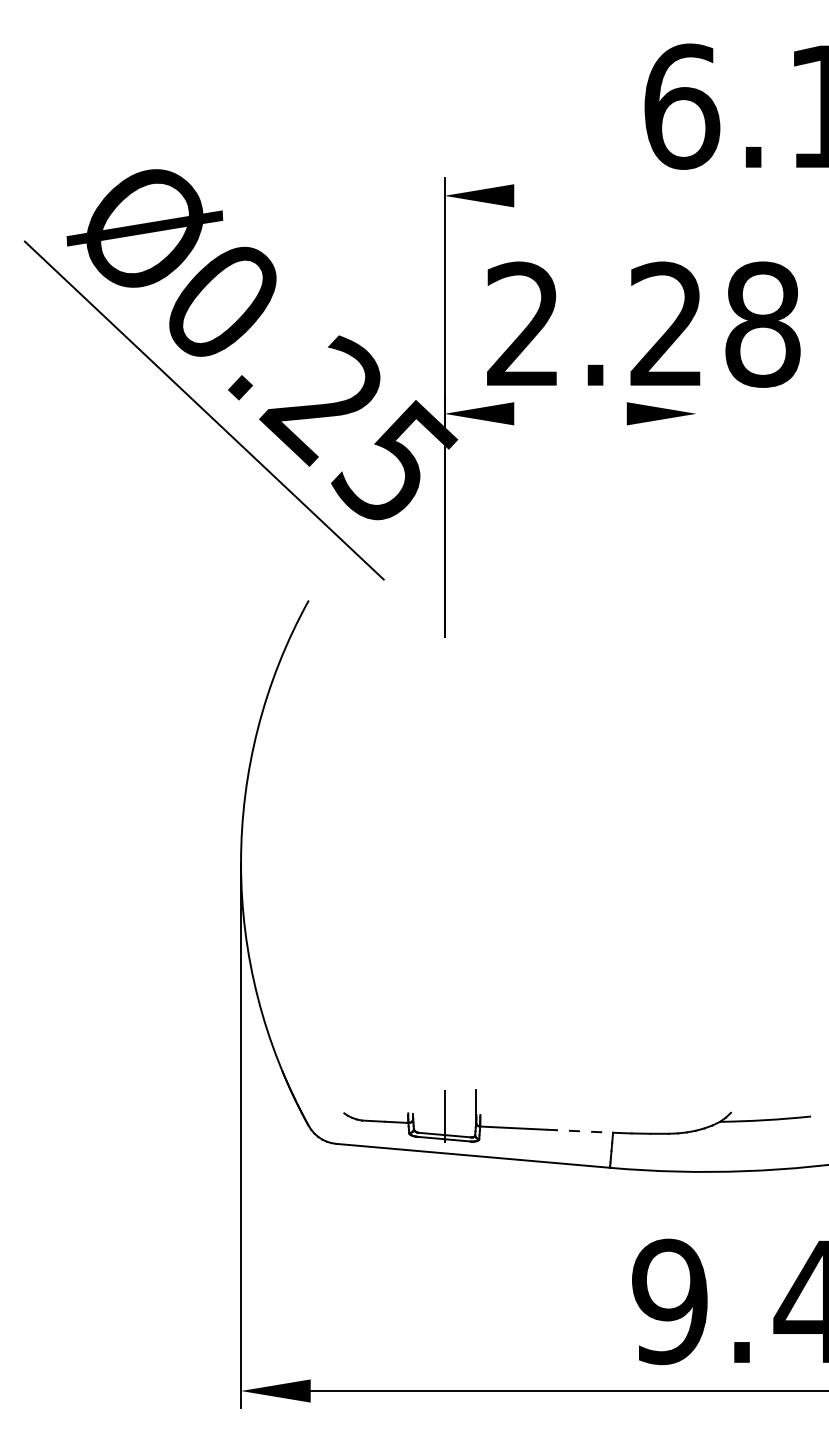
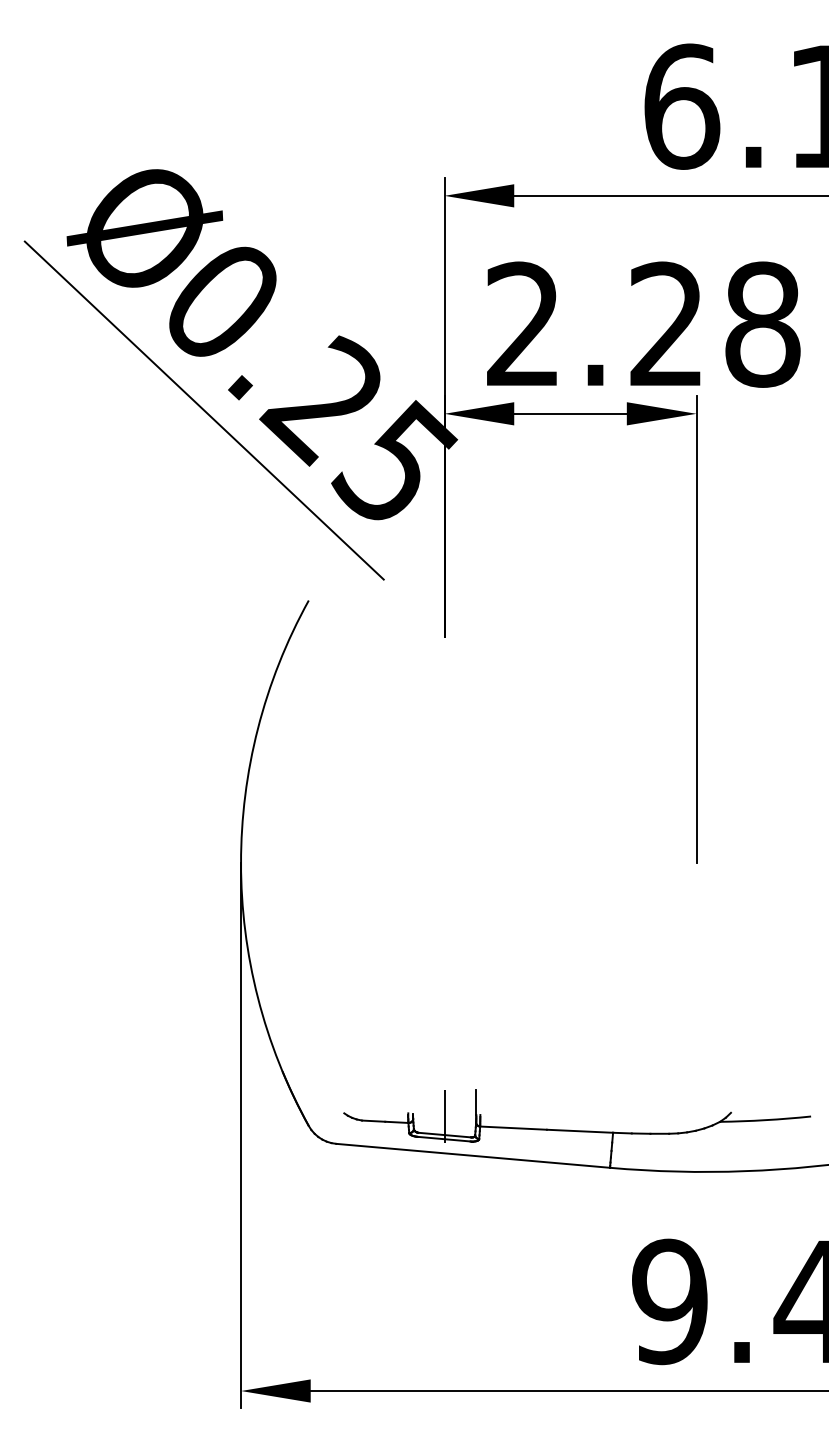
line at (669, 195): none -> present
line at (570, 413): none -> present
line at (696, 629): none -> present
line at (580, 1131): dashed -> solid
